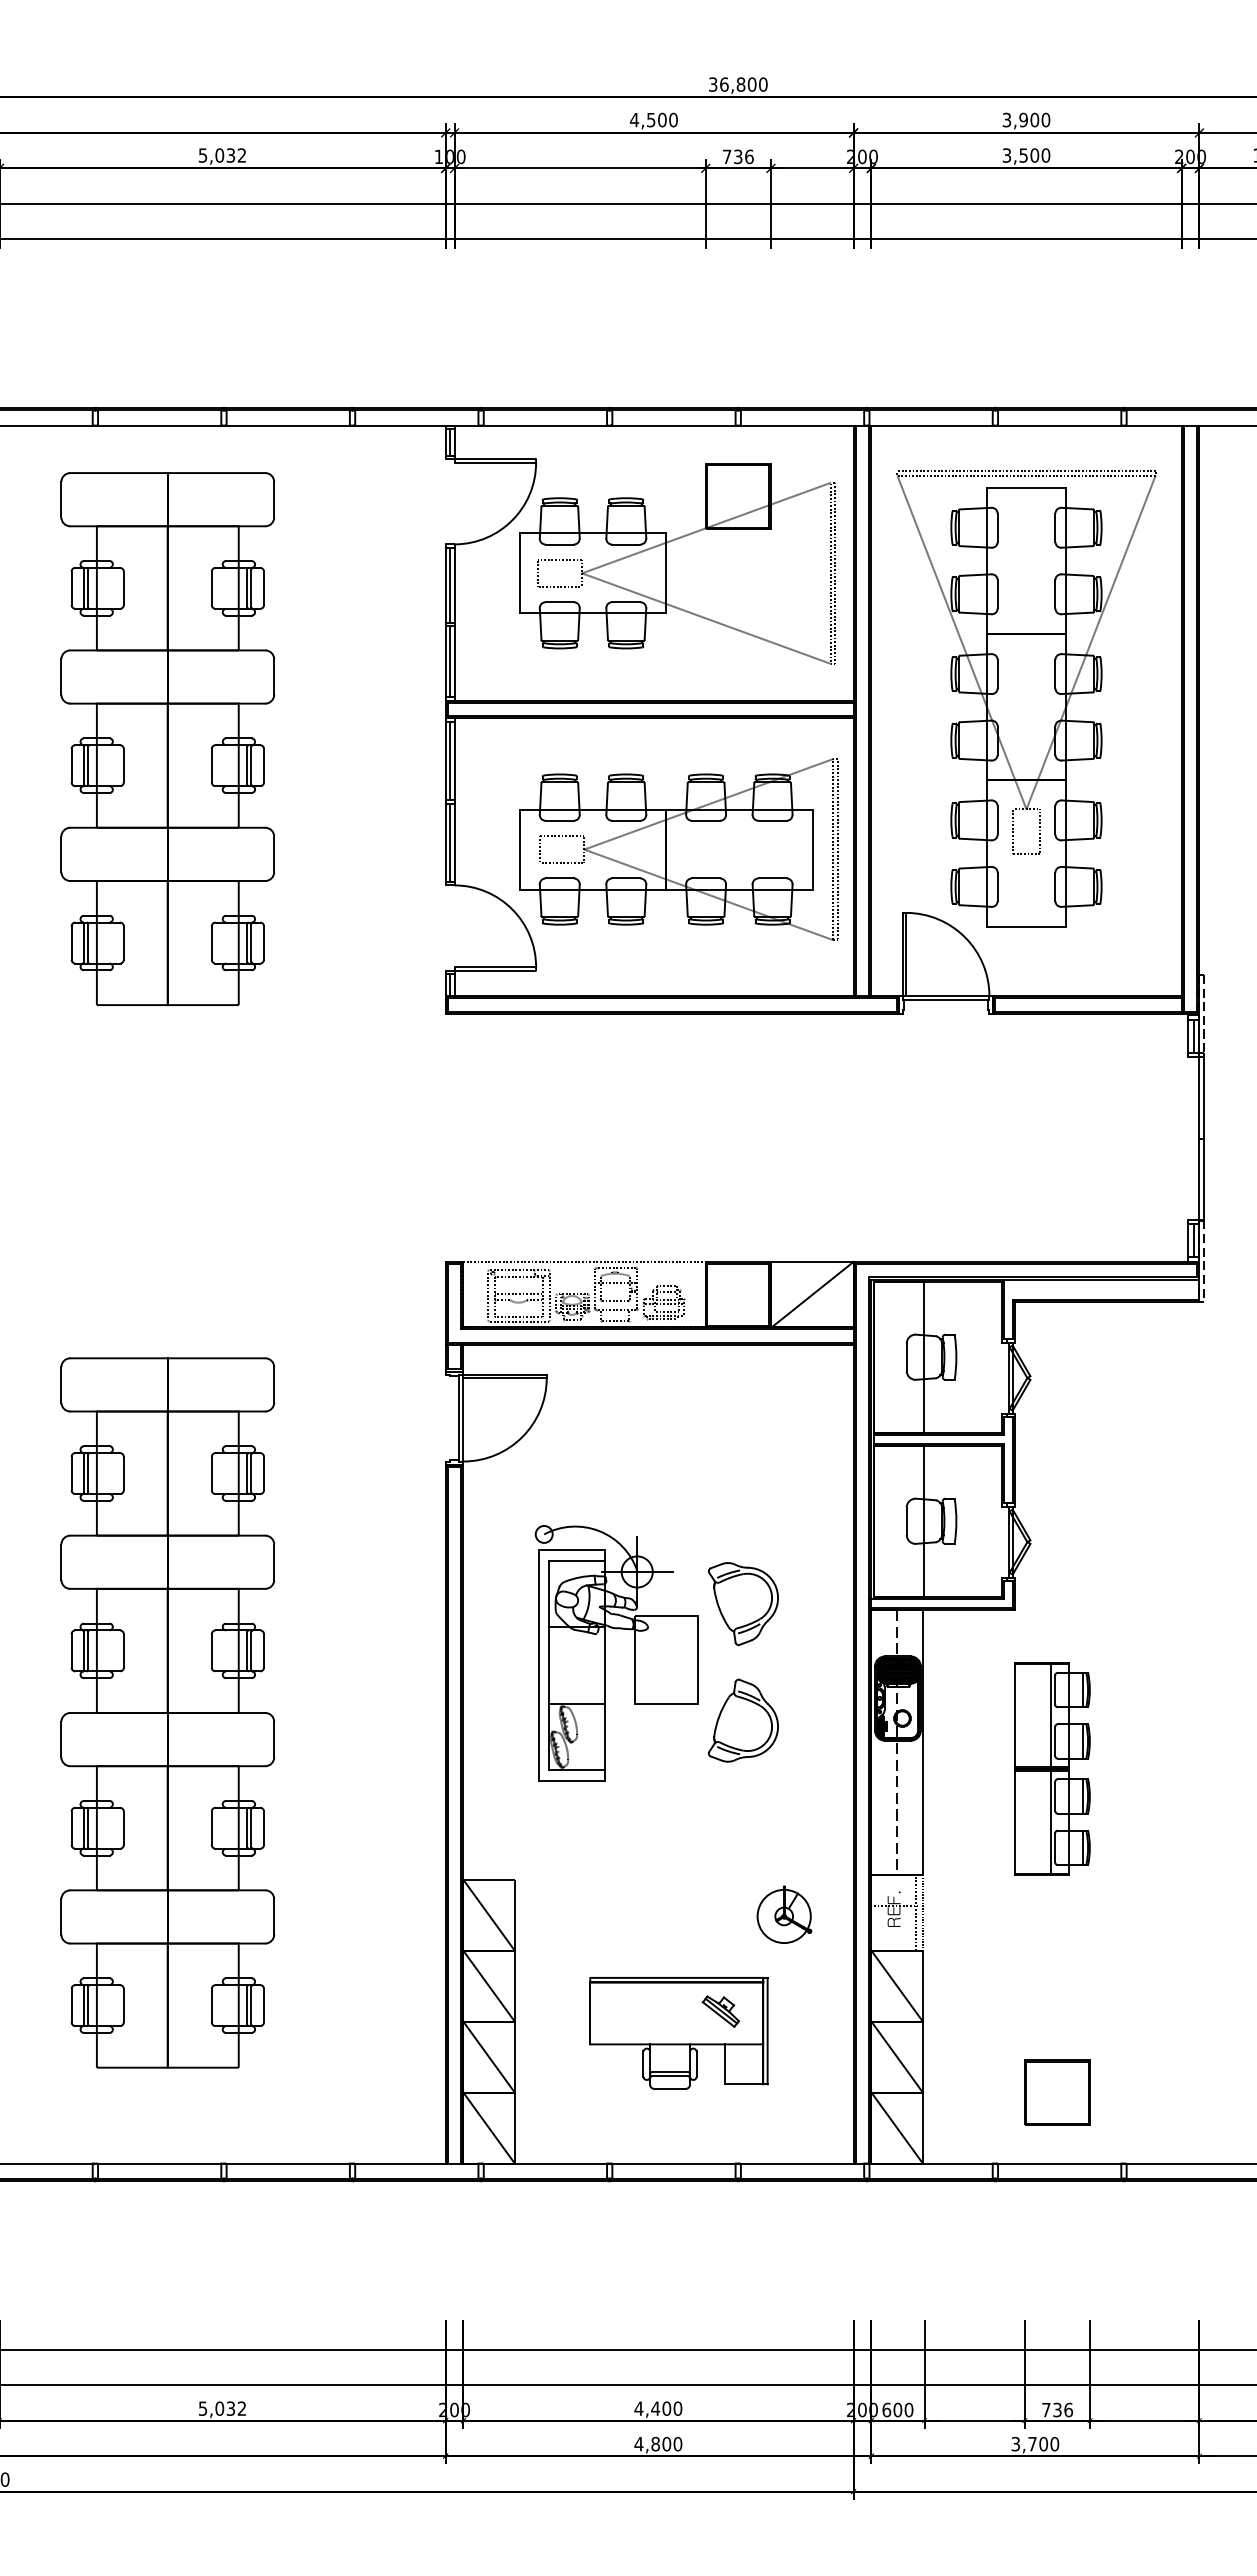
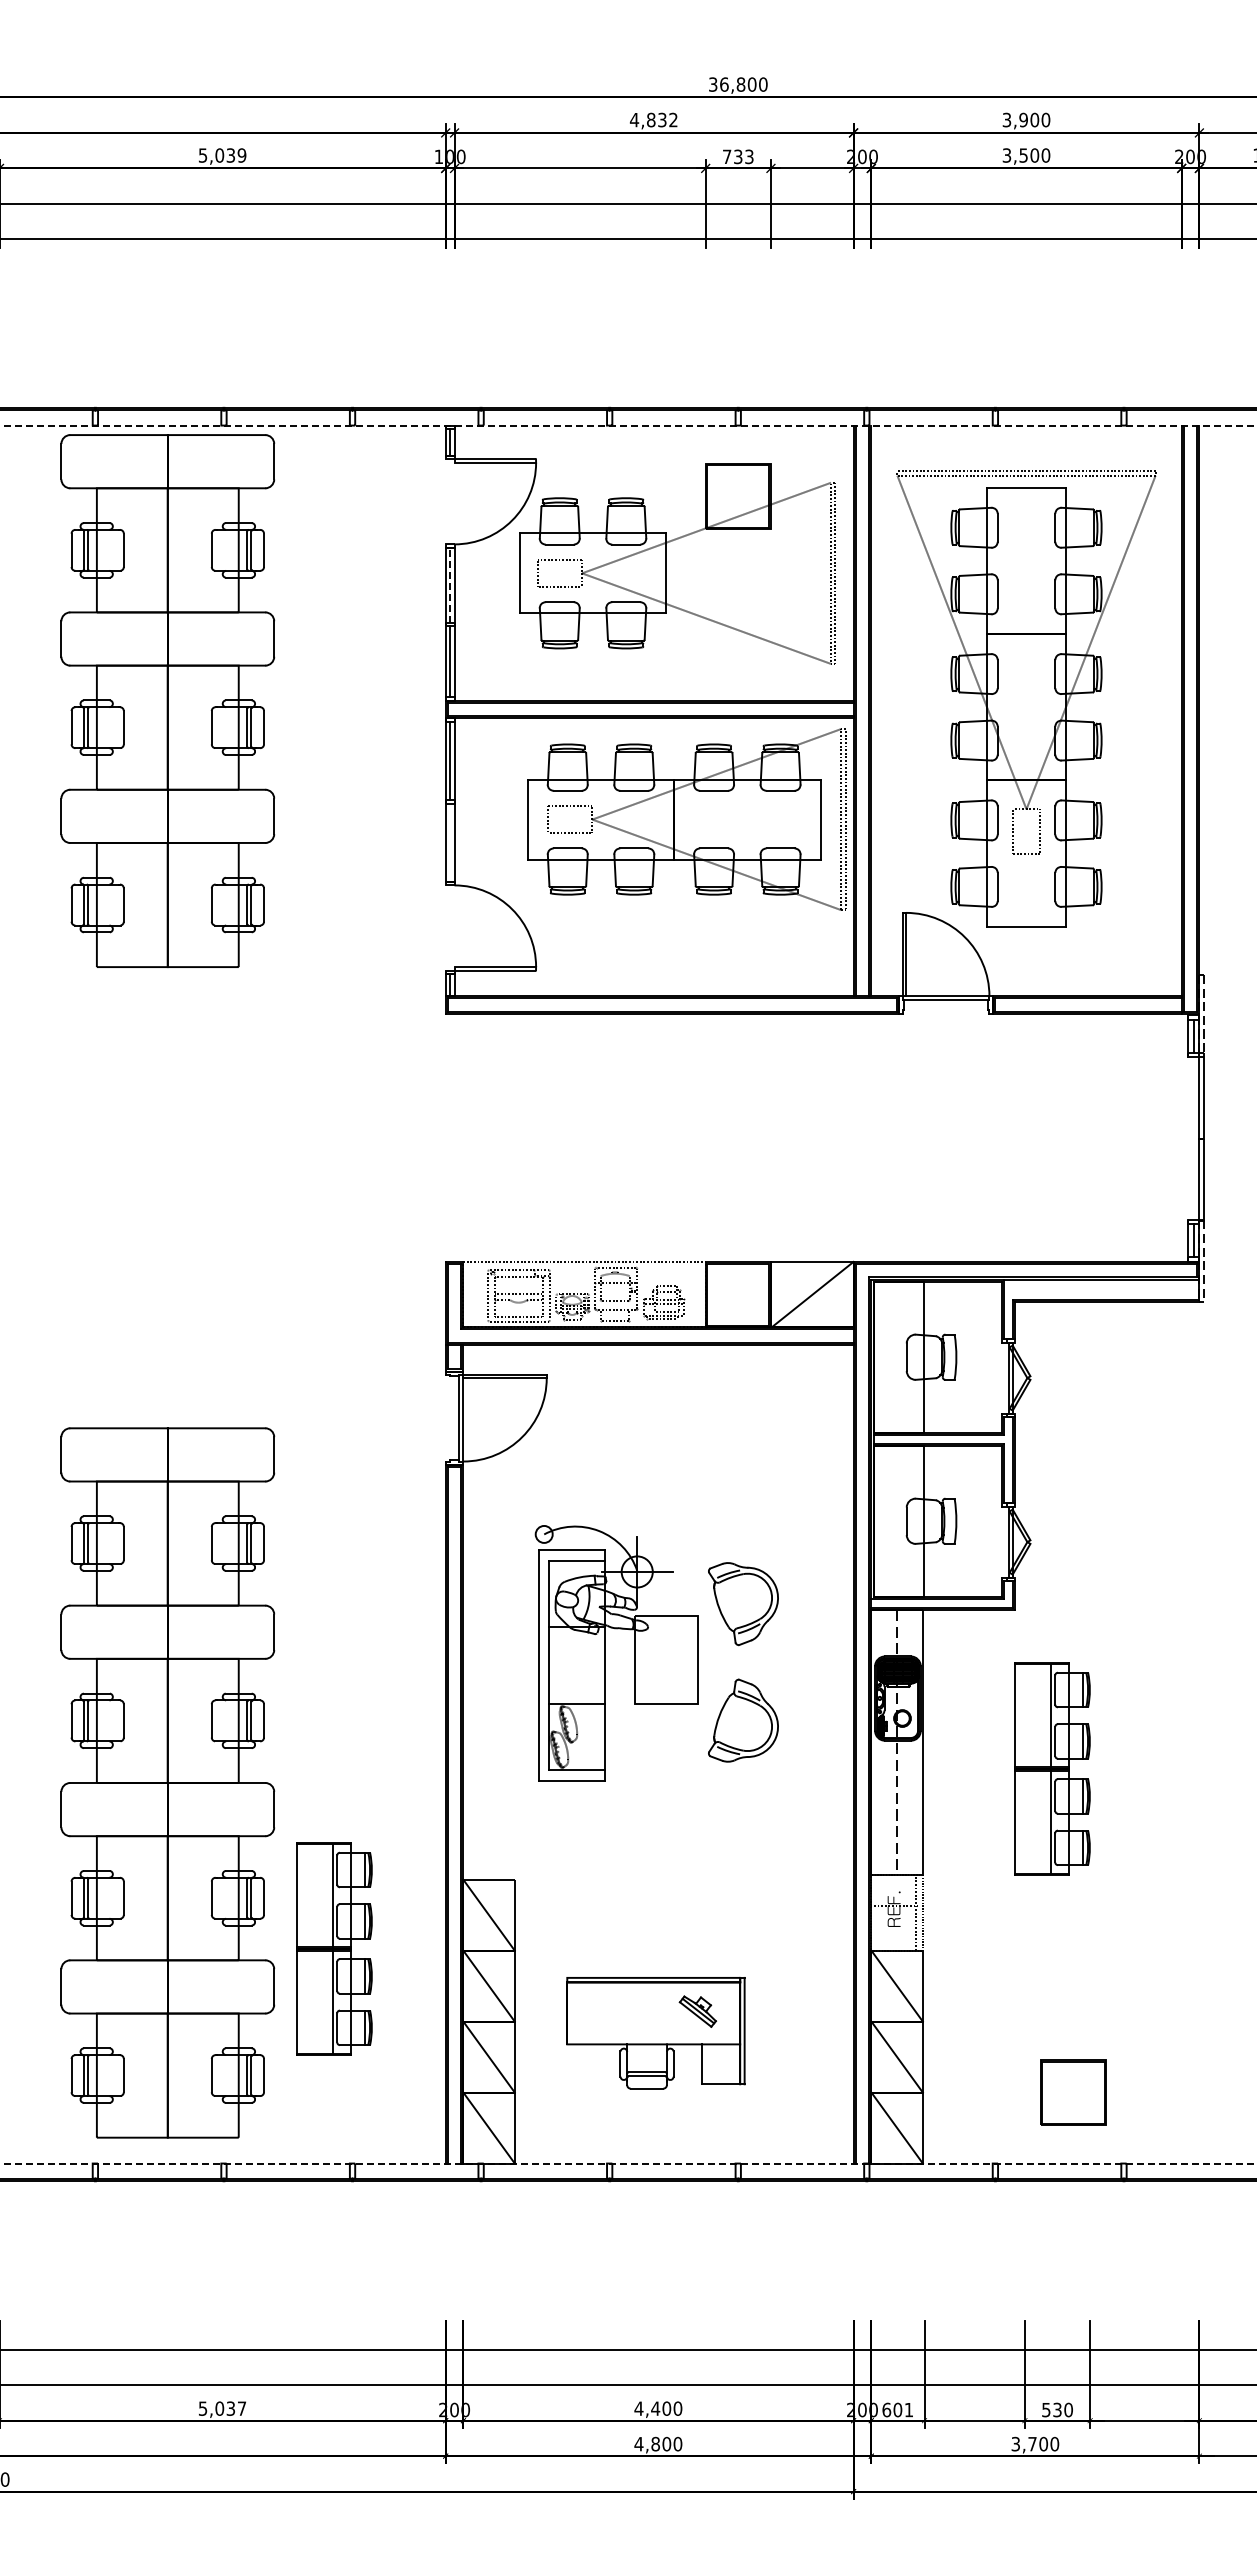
text at (662, 119): 4,500 -> 4,832
text at (241, 155): 5,032 -> 5,039
text at (749, 156): 736 -> 733
line at (628, 425): solid -> dashed
line at (450, 584): solid -> dashed
part at (167, 739) position: (167, 739) -> (167, 701)
line at (450, 842): present -> none
part at (678, 849) position: (678, 849) -> (686, 819)
part at (167, 1712) position: (167, 1712) -> (167, 1782)
part at (784, 1914): present -> none
part at (334, 1948): none -> present
part at (678, 2032) position: (678, 2032) -> (655, 2032)
part at (1057, 2092) position: (1057, 2092) -> (1073, 2092)
line at (628, 2163): solid -> dashed
text at (241, 2408): 5,032 -> 5,037
text at (908, 2409): 600 -> 601
text at (1057, 2409): 736 -> 530
